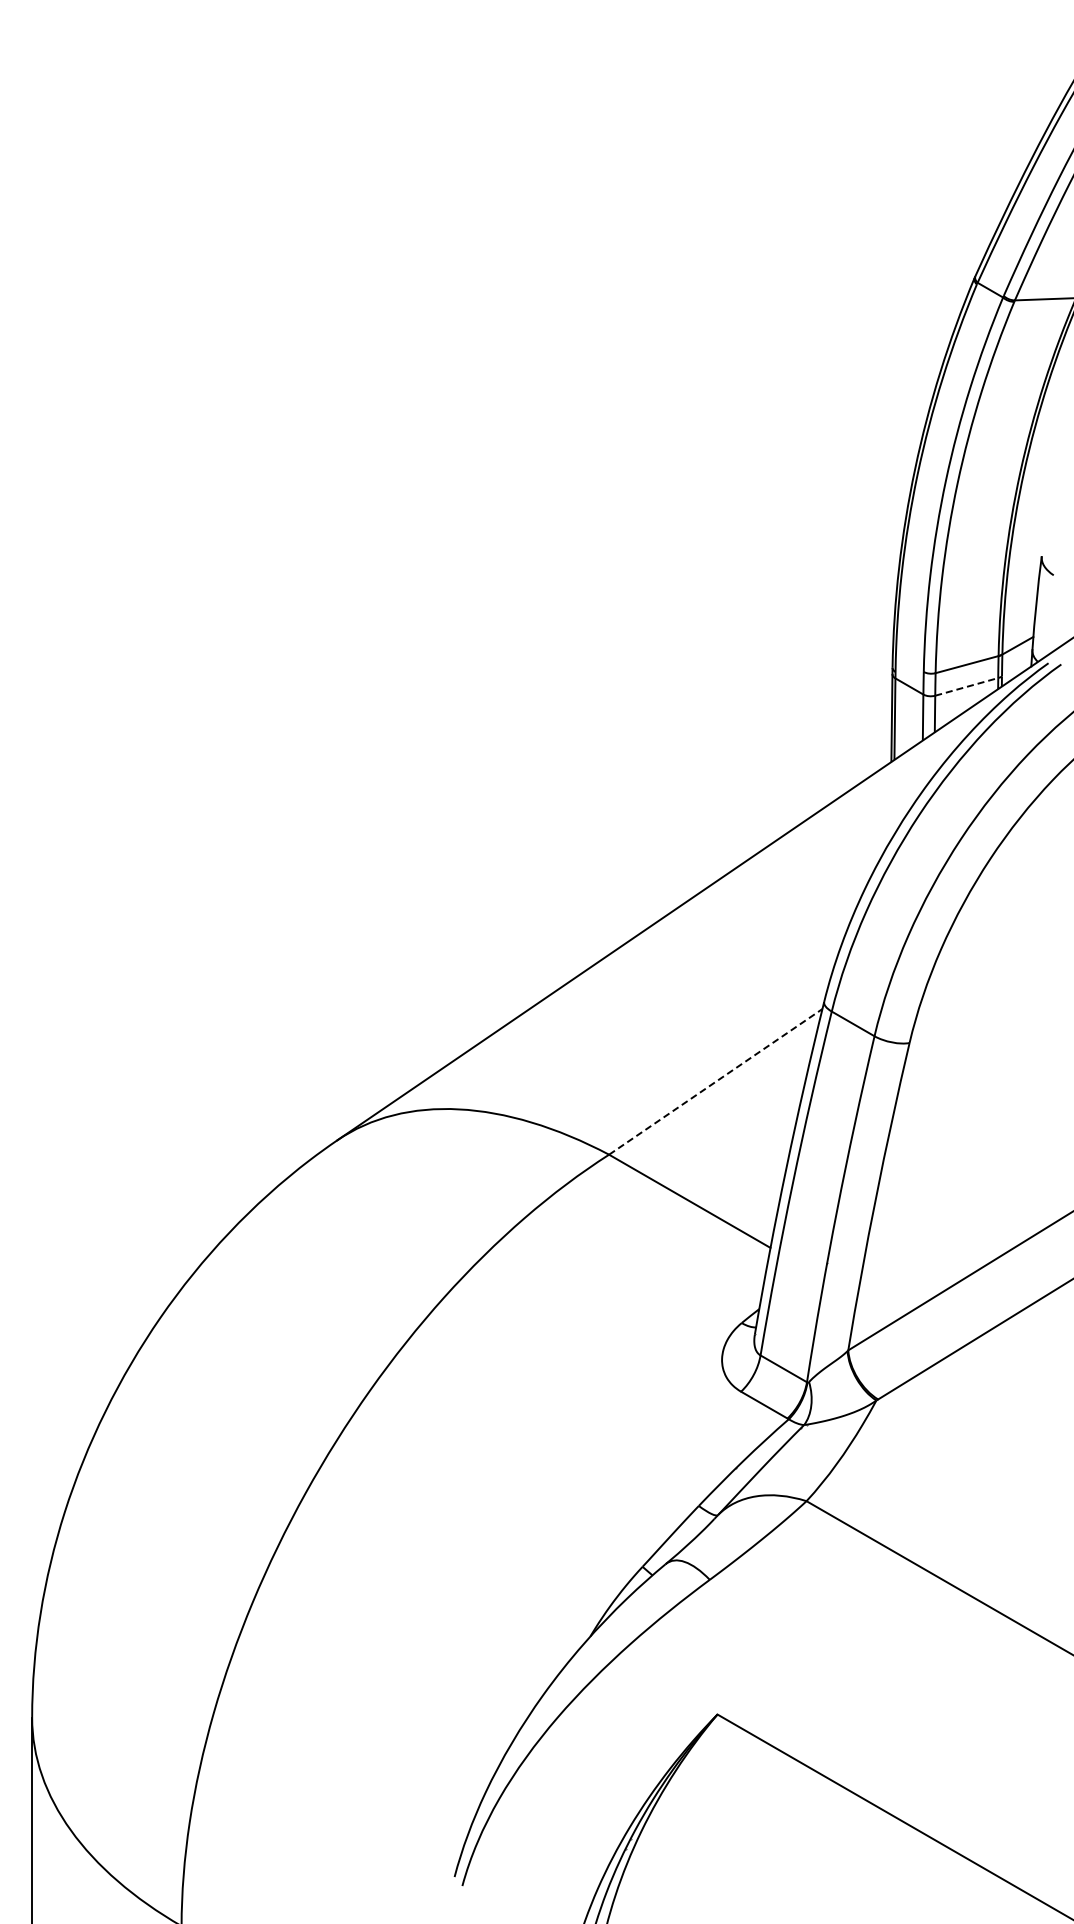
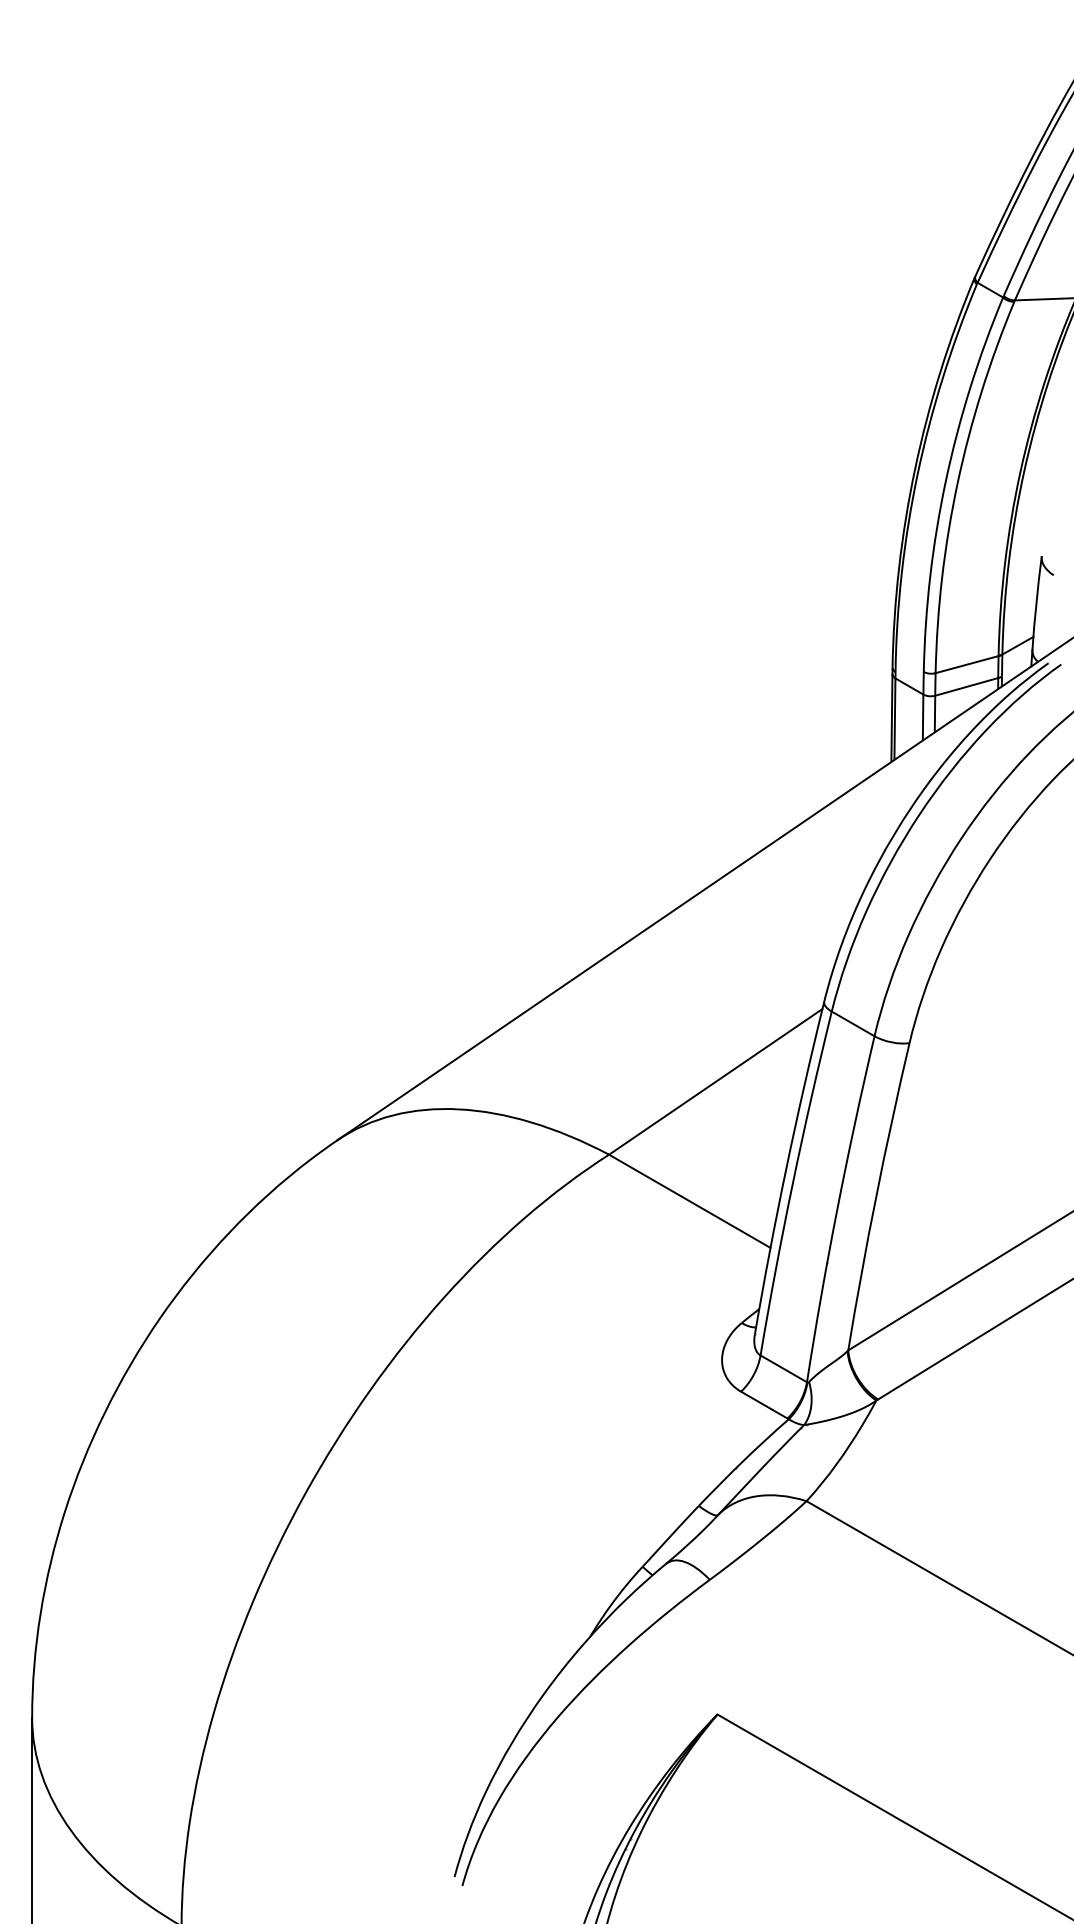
line at (966, 686): dashed -> solid
line at (716, 1081): dashed -> solid
